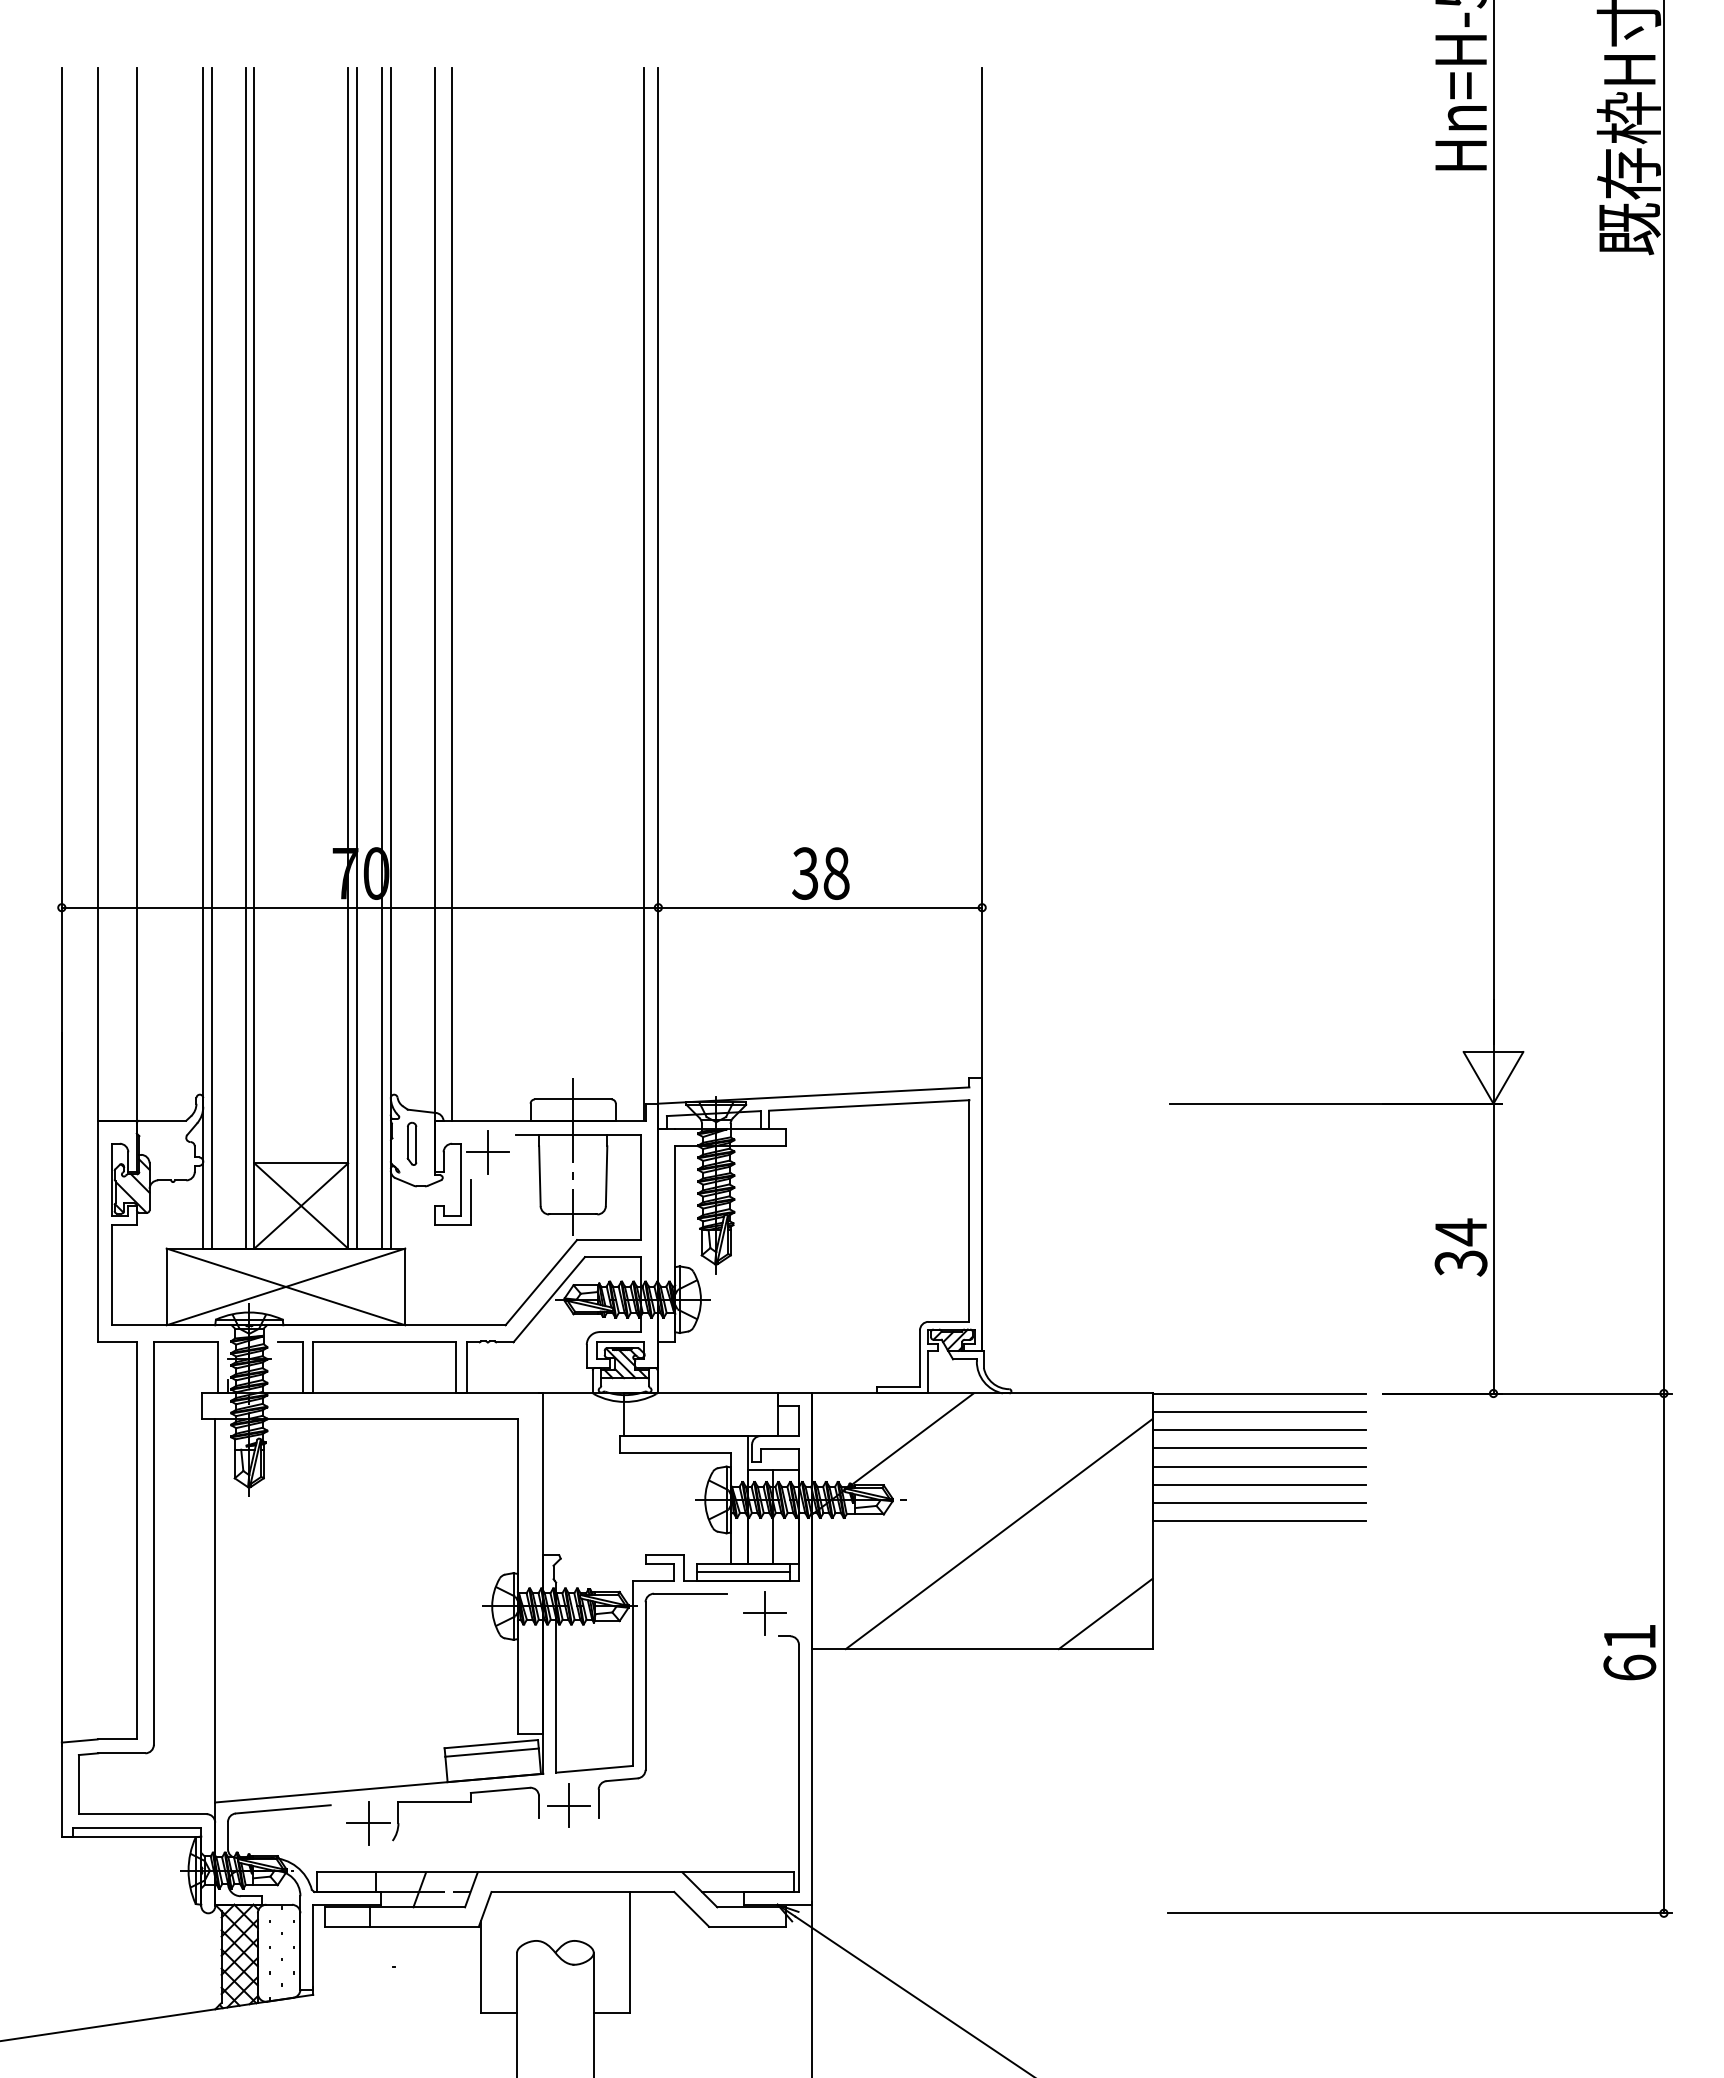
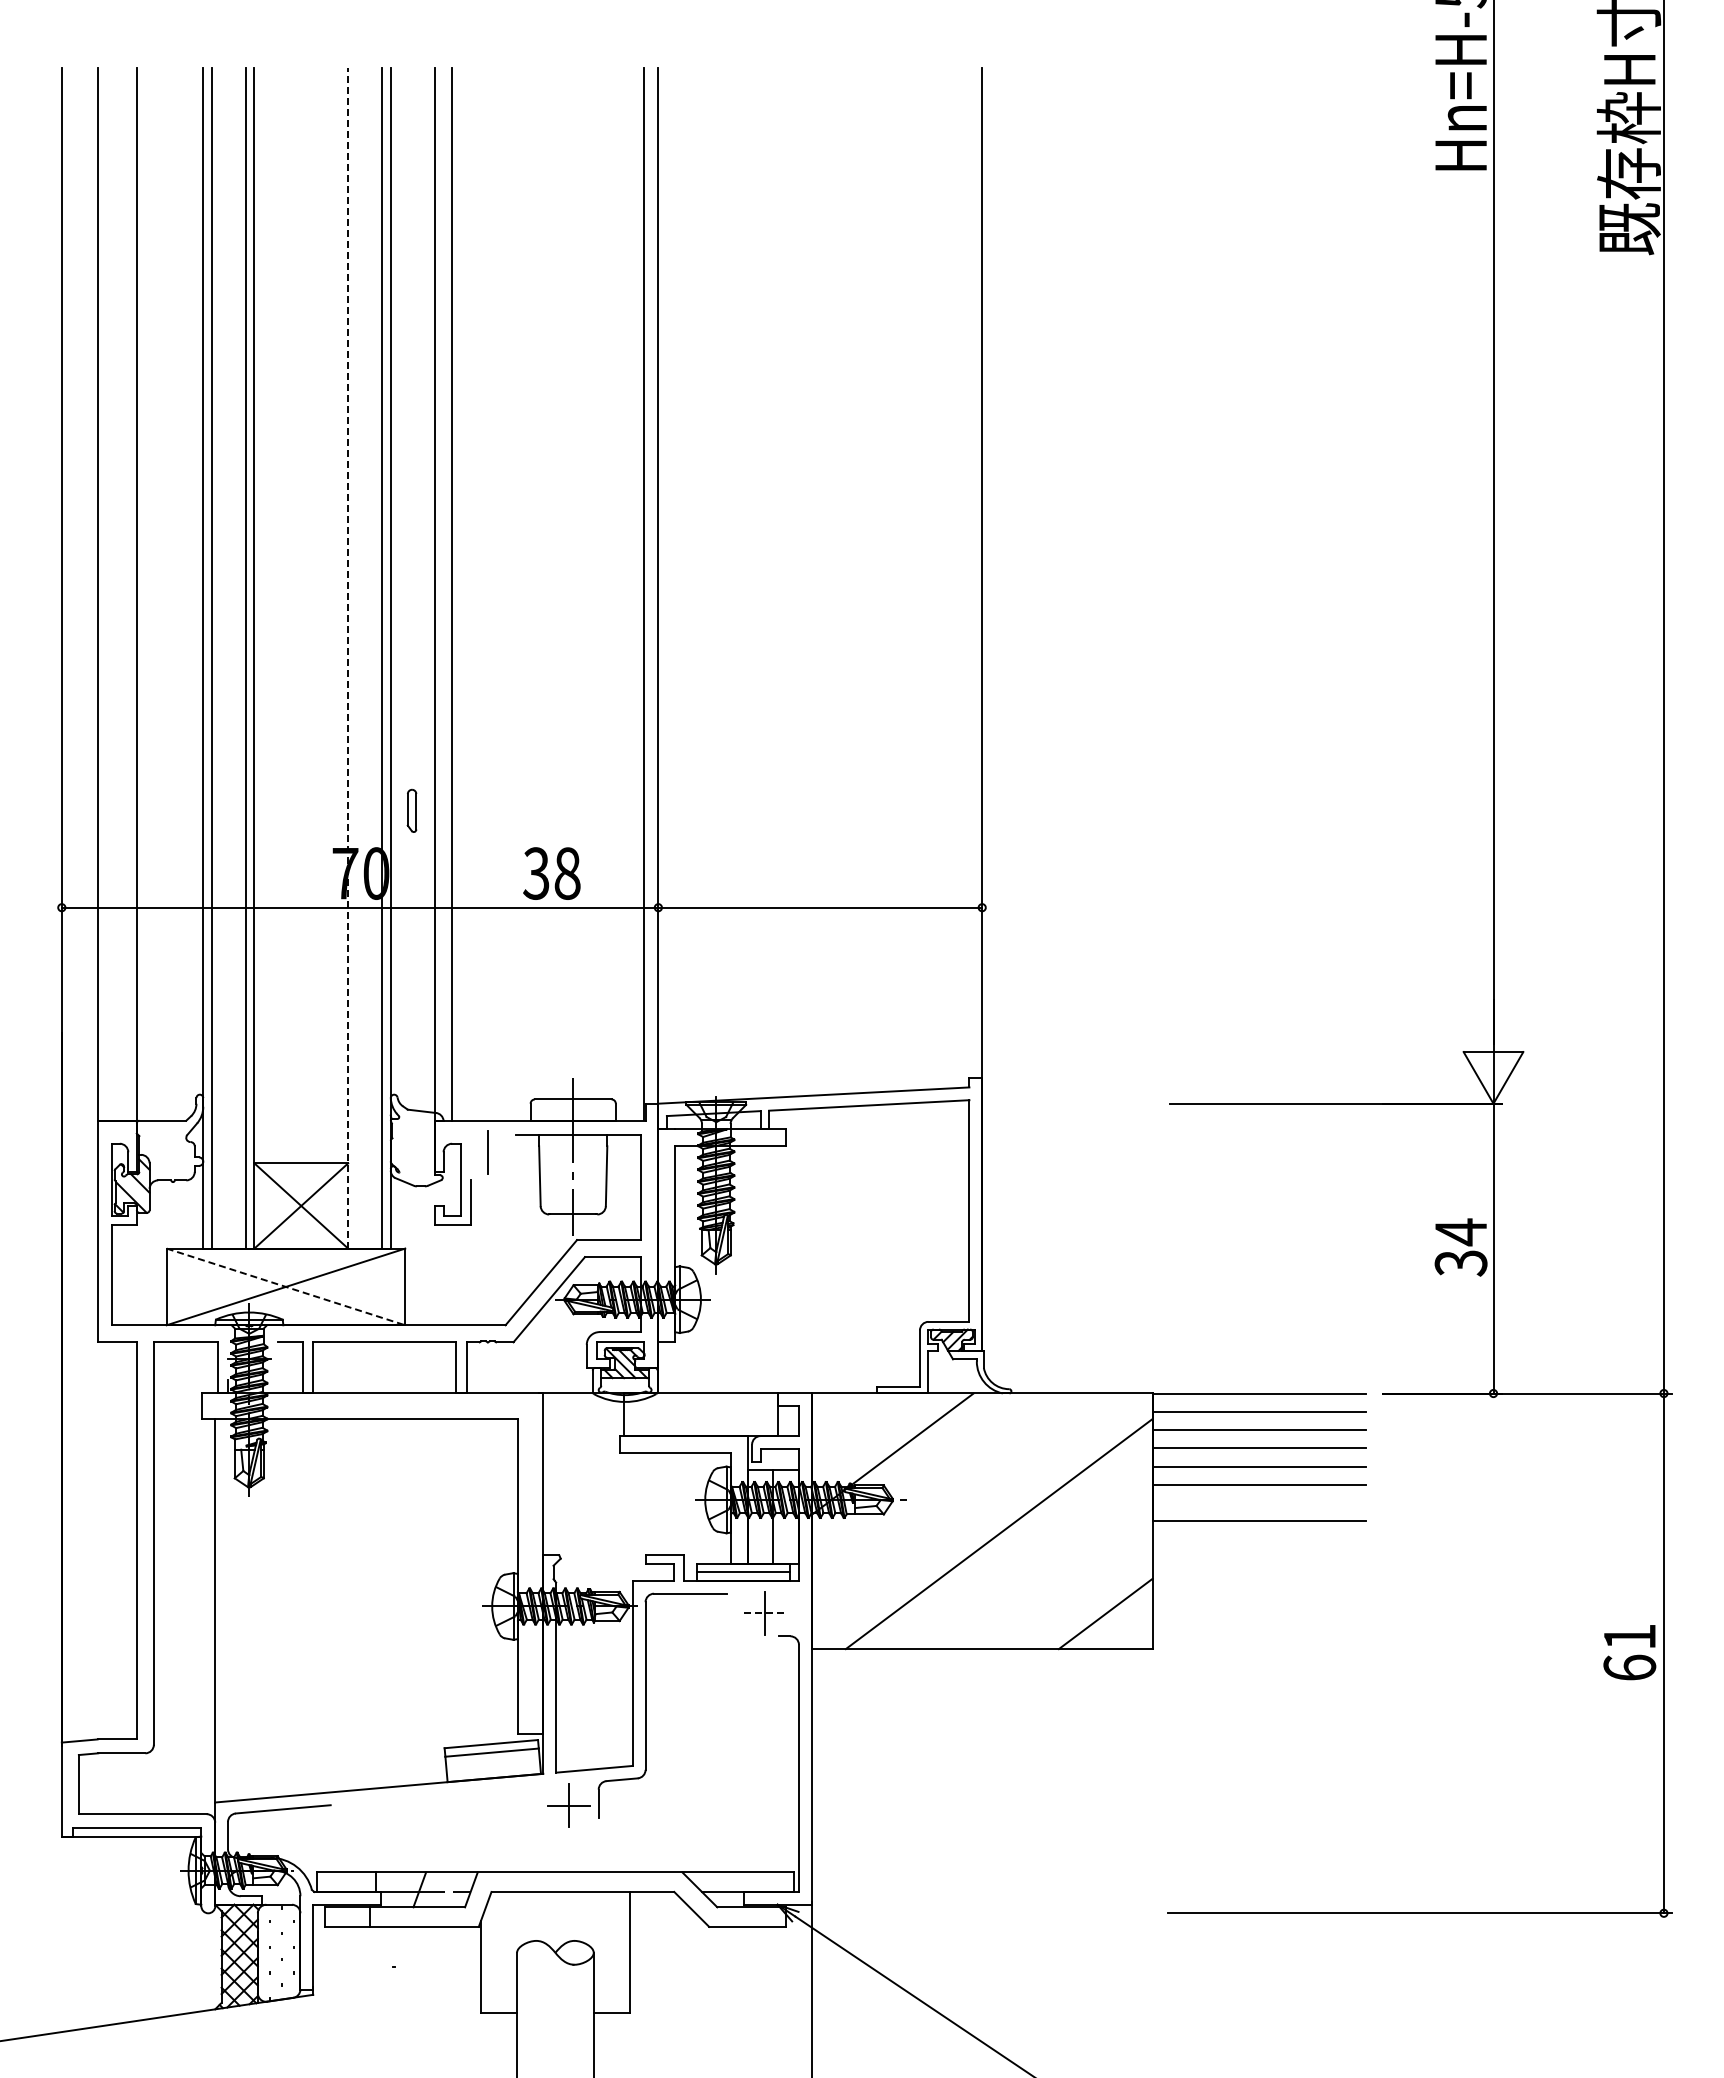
line at (348, 657): solid -> dashed
line at (356, 658): present -> none
text at (820, 873) position: (820, 873) -> (551, 873)
part at (411, 1143) position: (411, 1143) -> (411, 810)
line at (487, 1152): present -> none
line at (286, 1287): solid -> dashed
line at (1258, 1503): present -> none
line at (765, 1613): solid -> dashed
part at (442, 1802): present -> none
